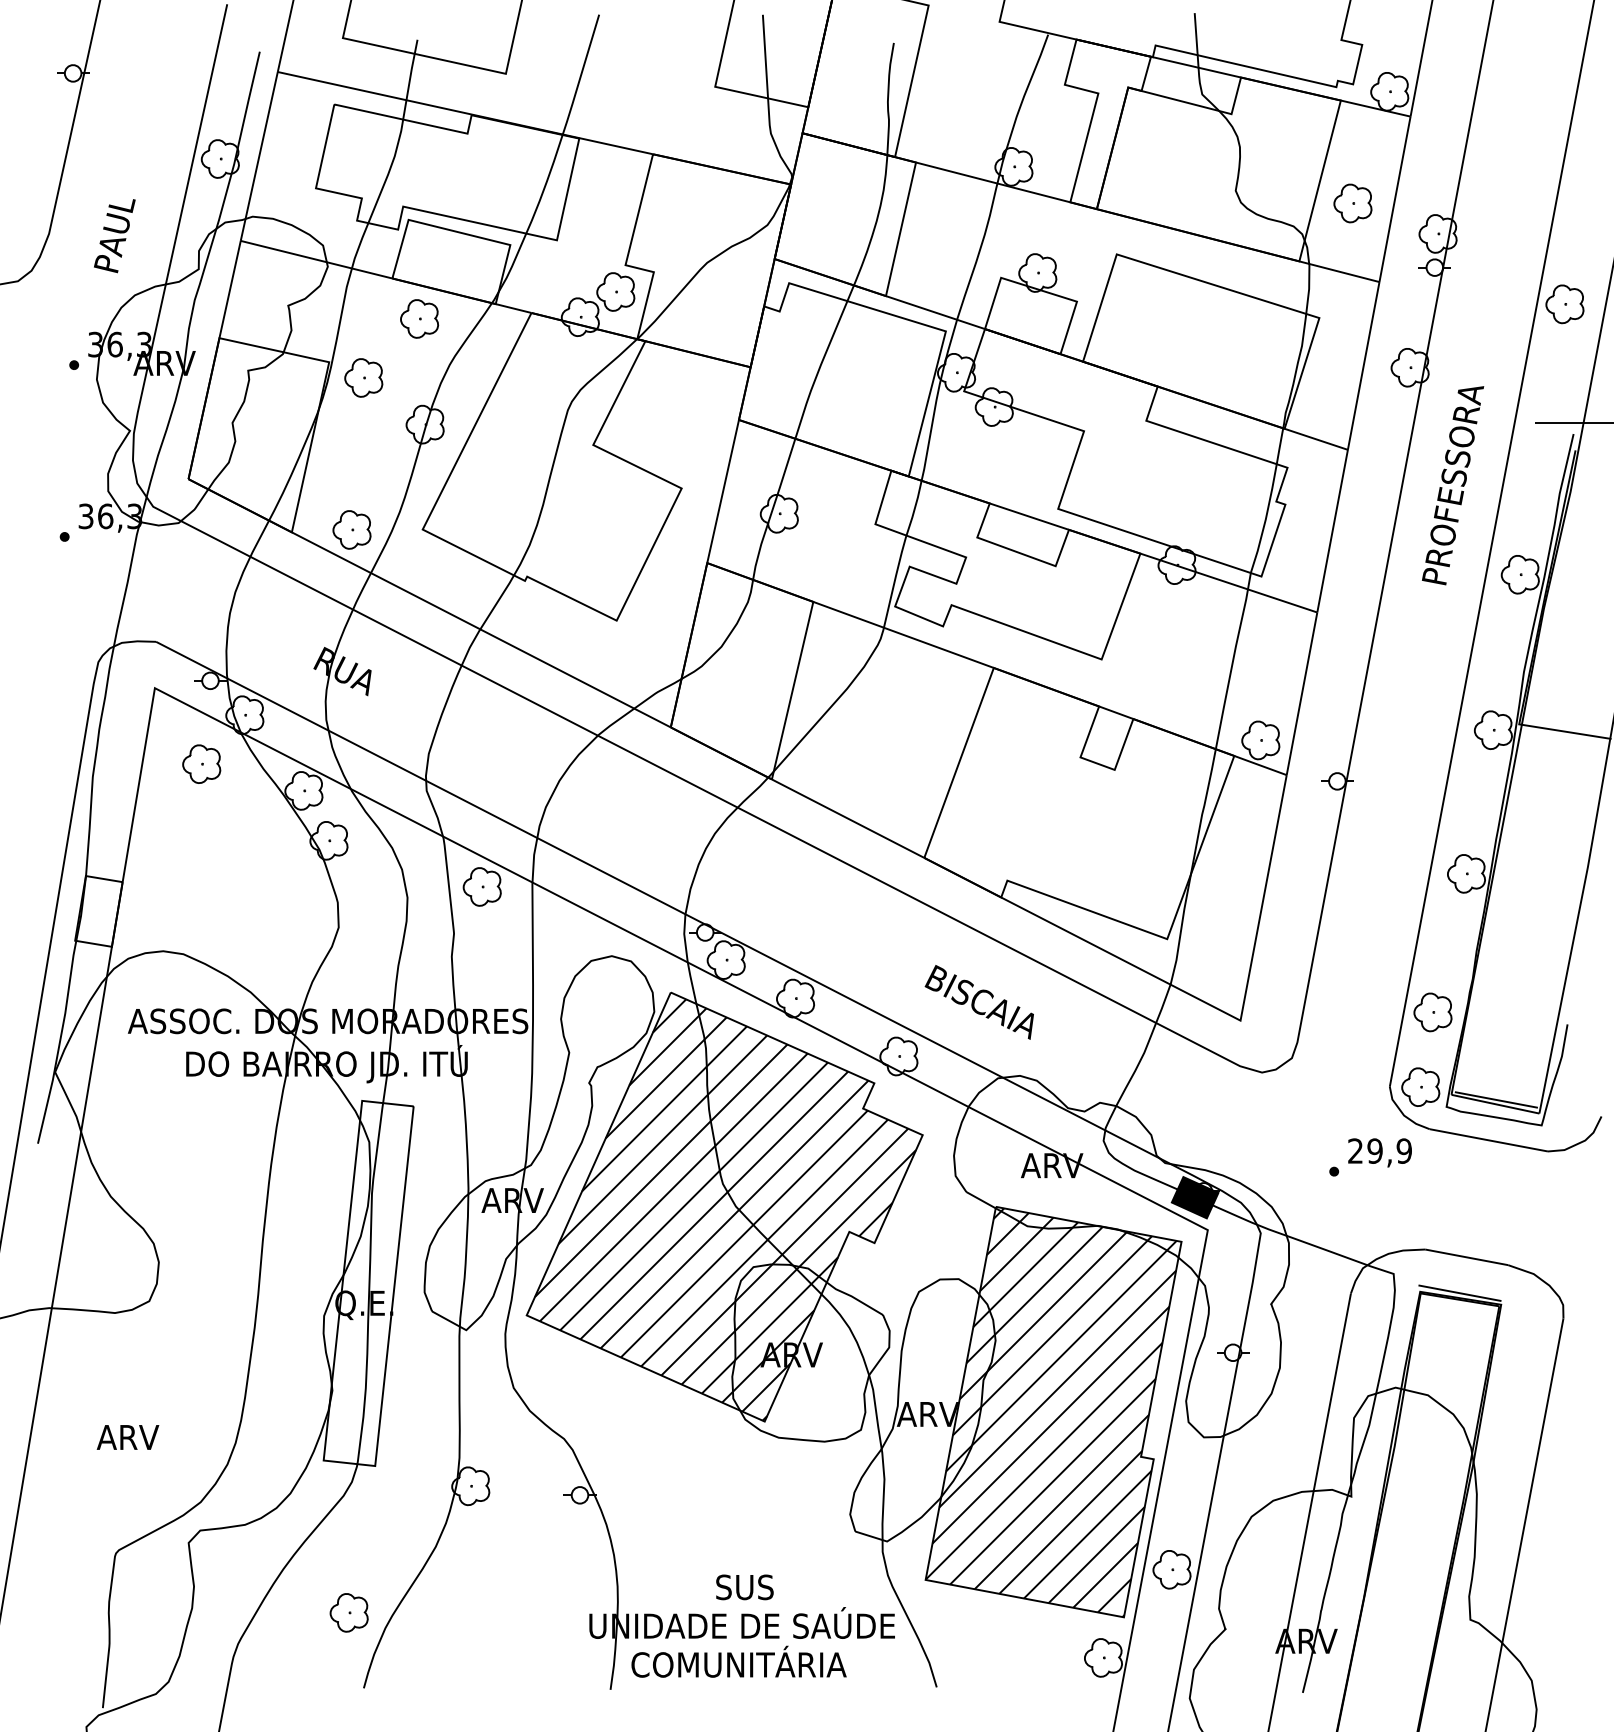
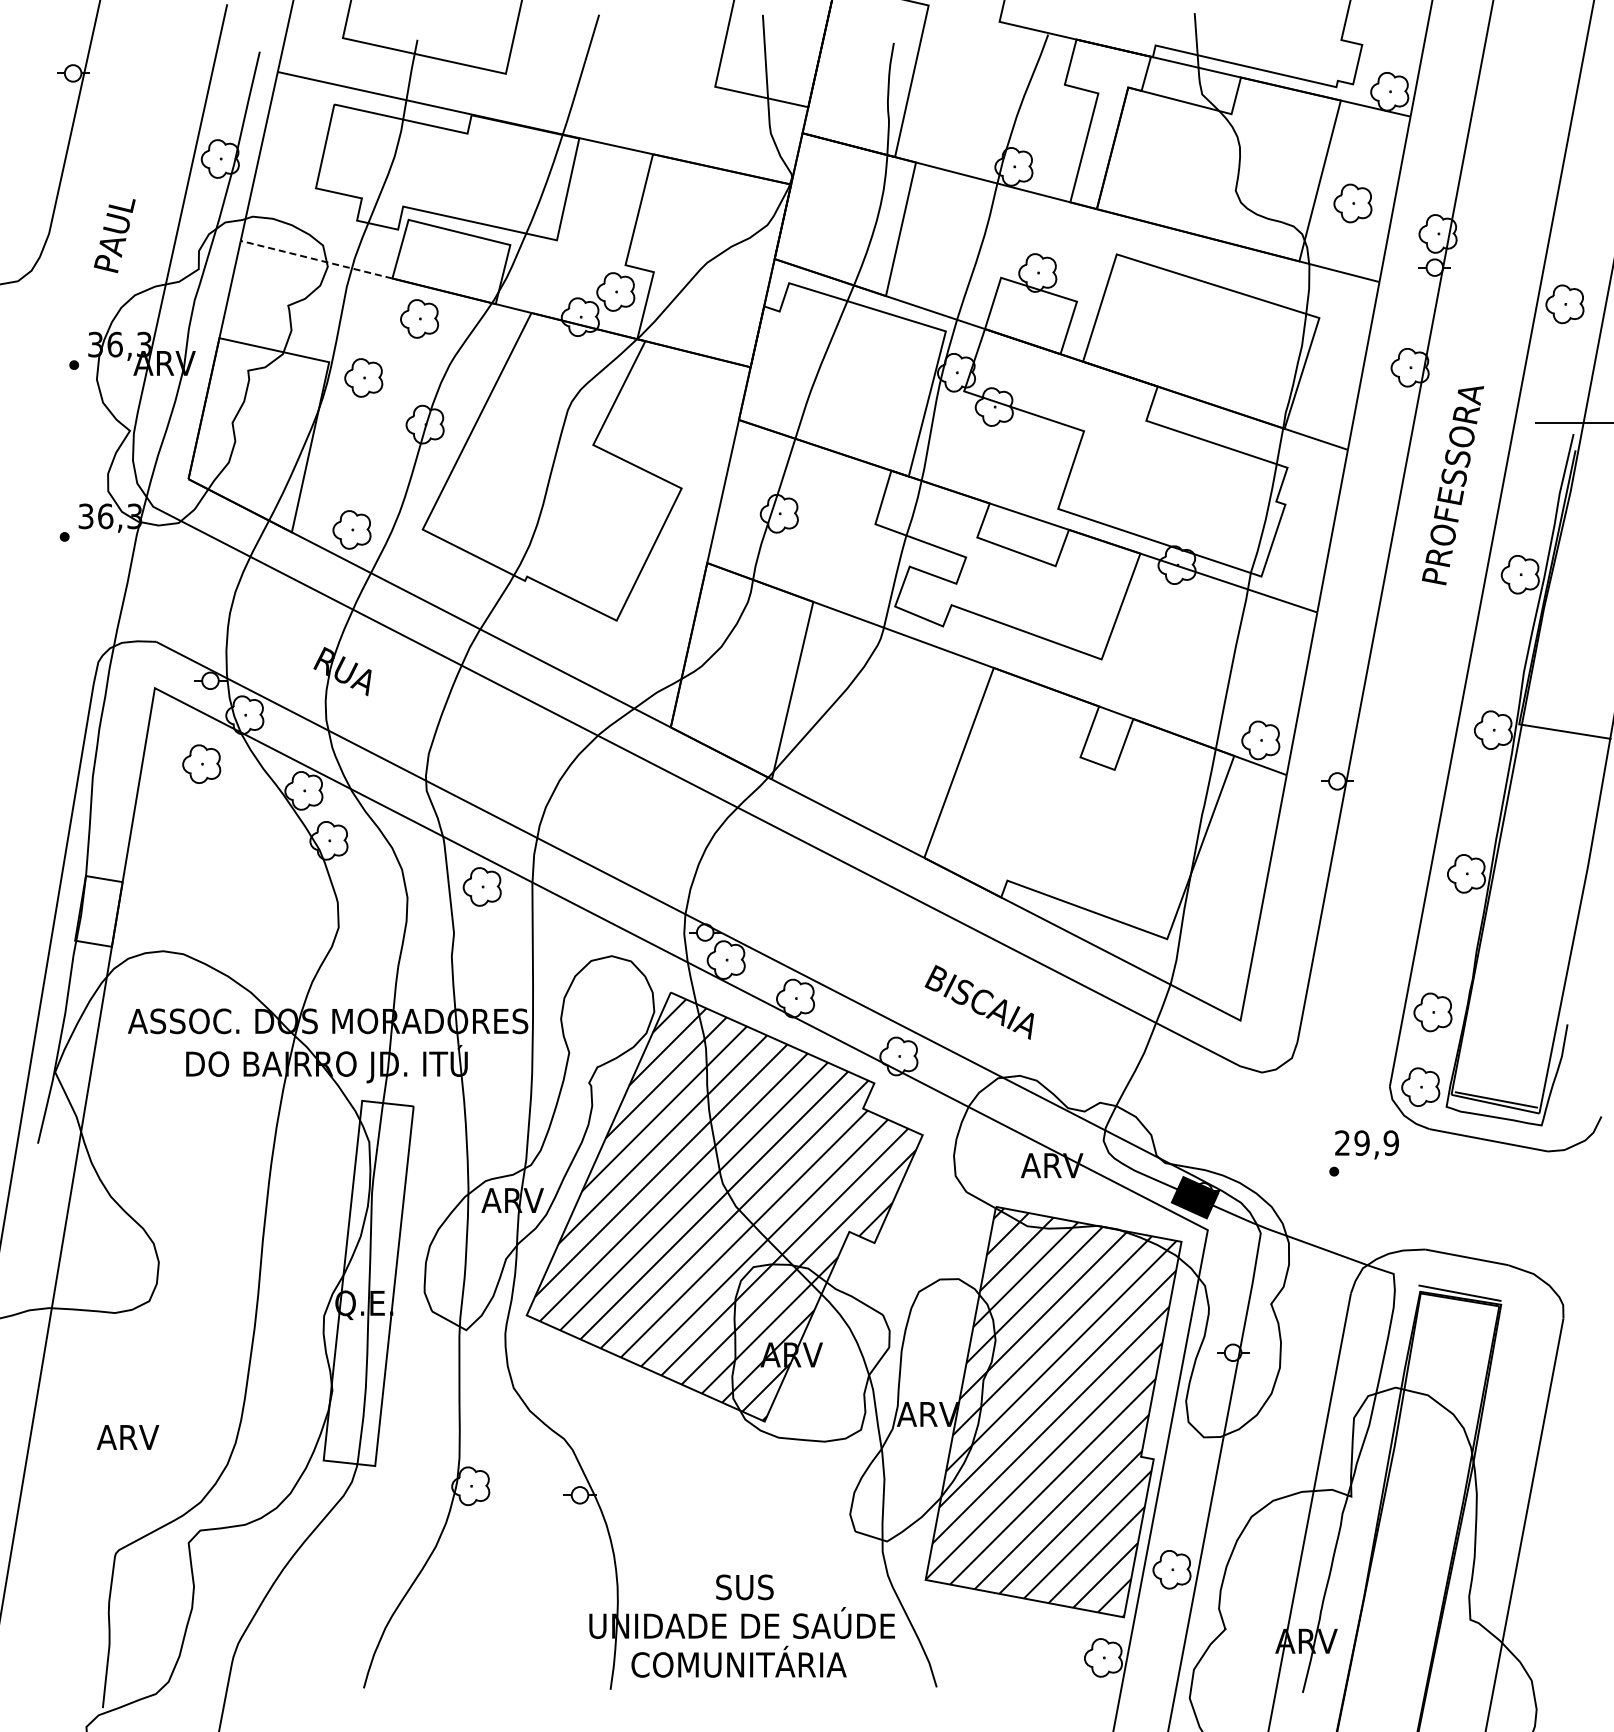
line at (316, 259): solid -> dashed
text at (1379, 1152) position: (1379, 1152) -> (1366, 1144)
part at (348, 1612): present -> none
